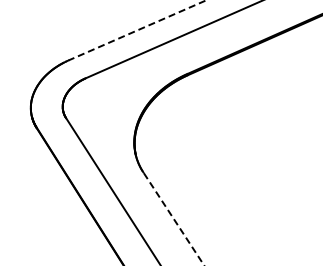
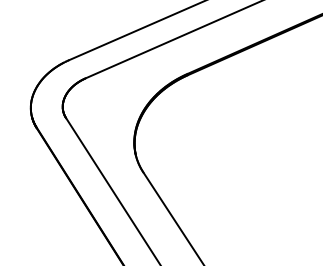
line at (137, 30): dashed -> solid
line at (173, 218): dashed -> solid
